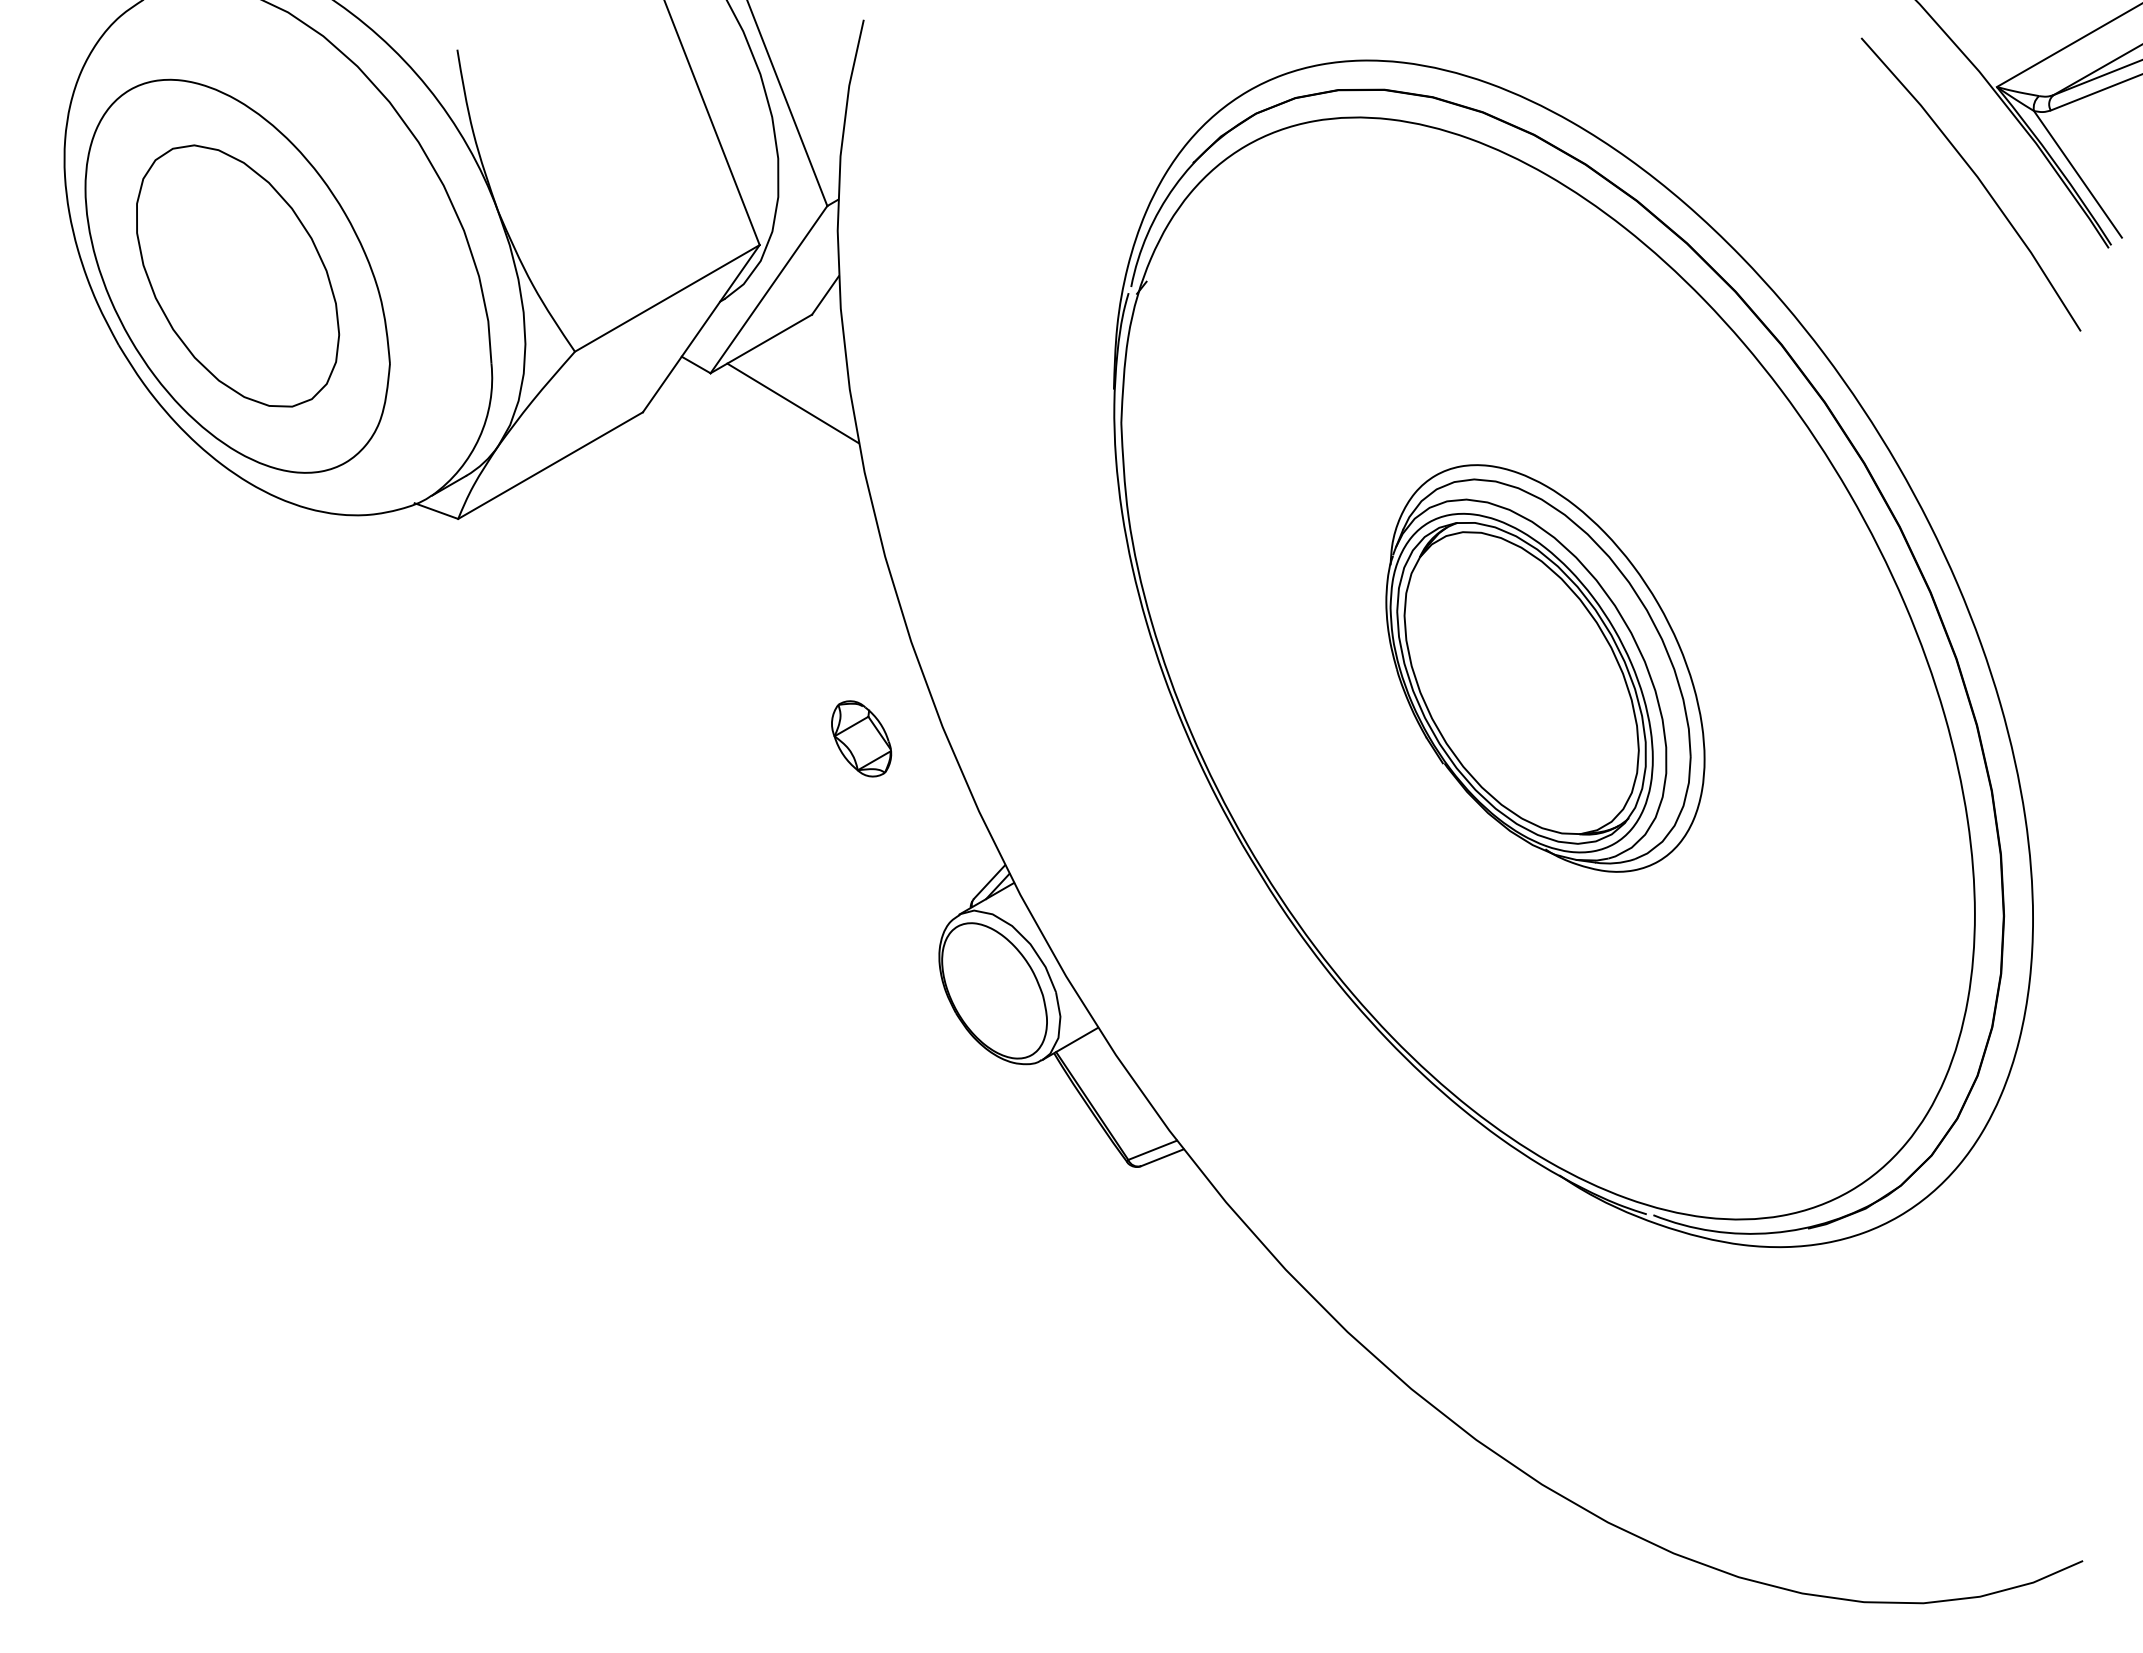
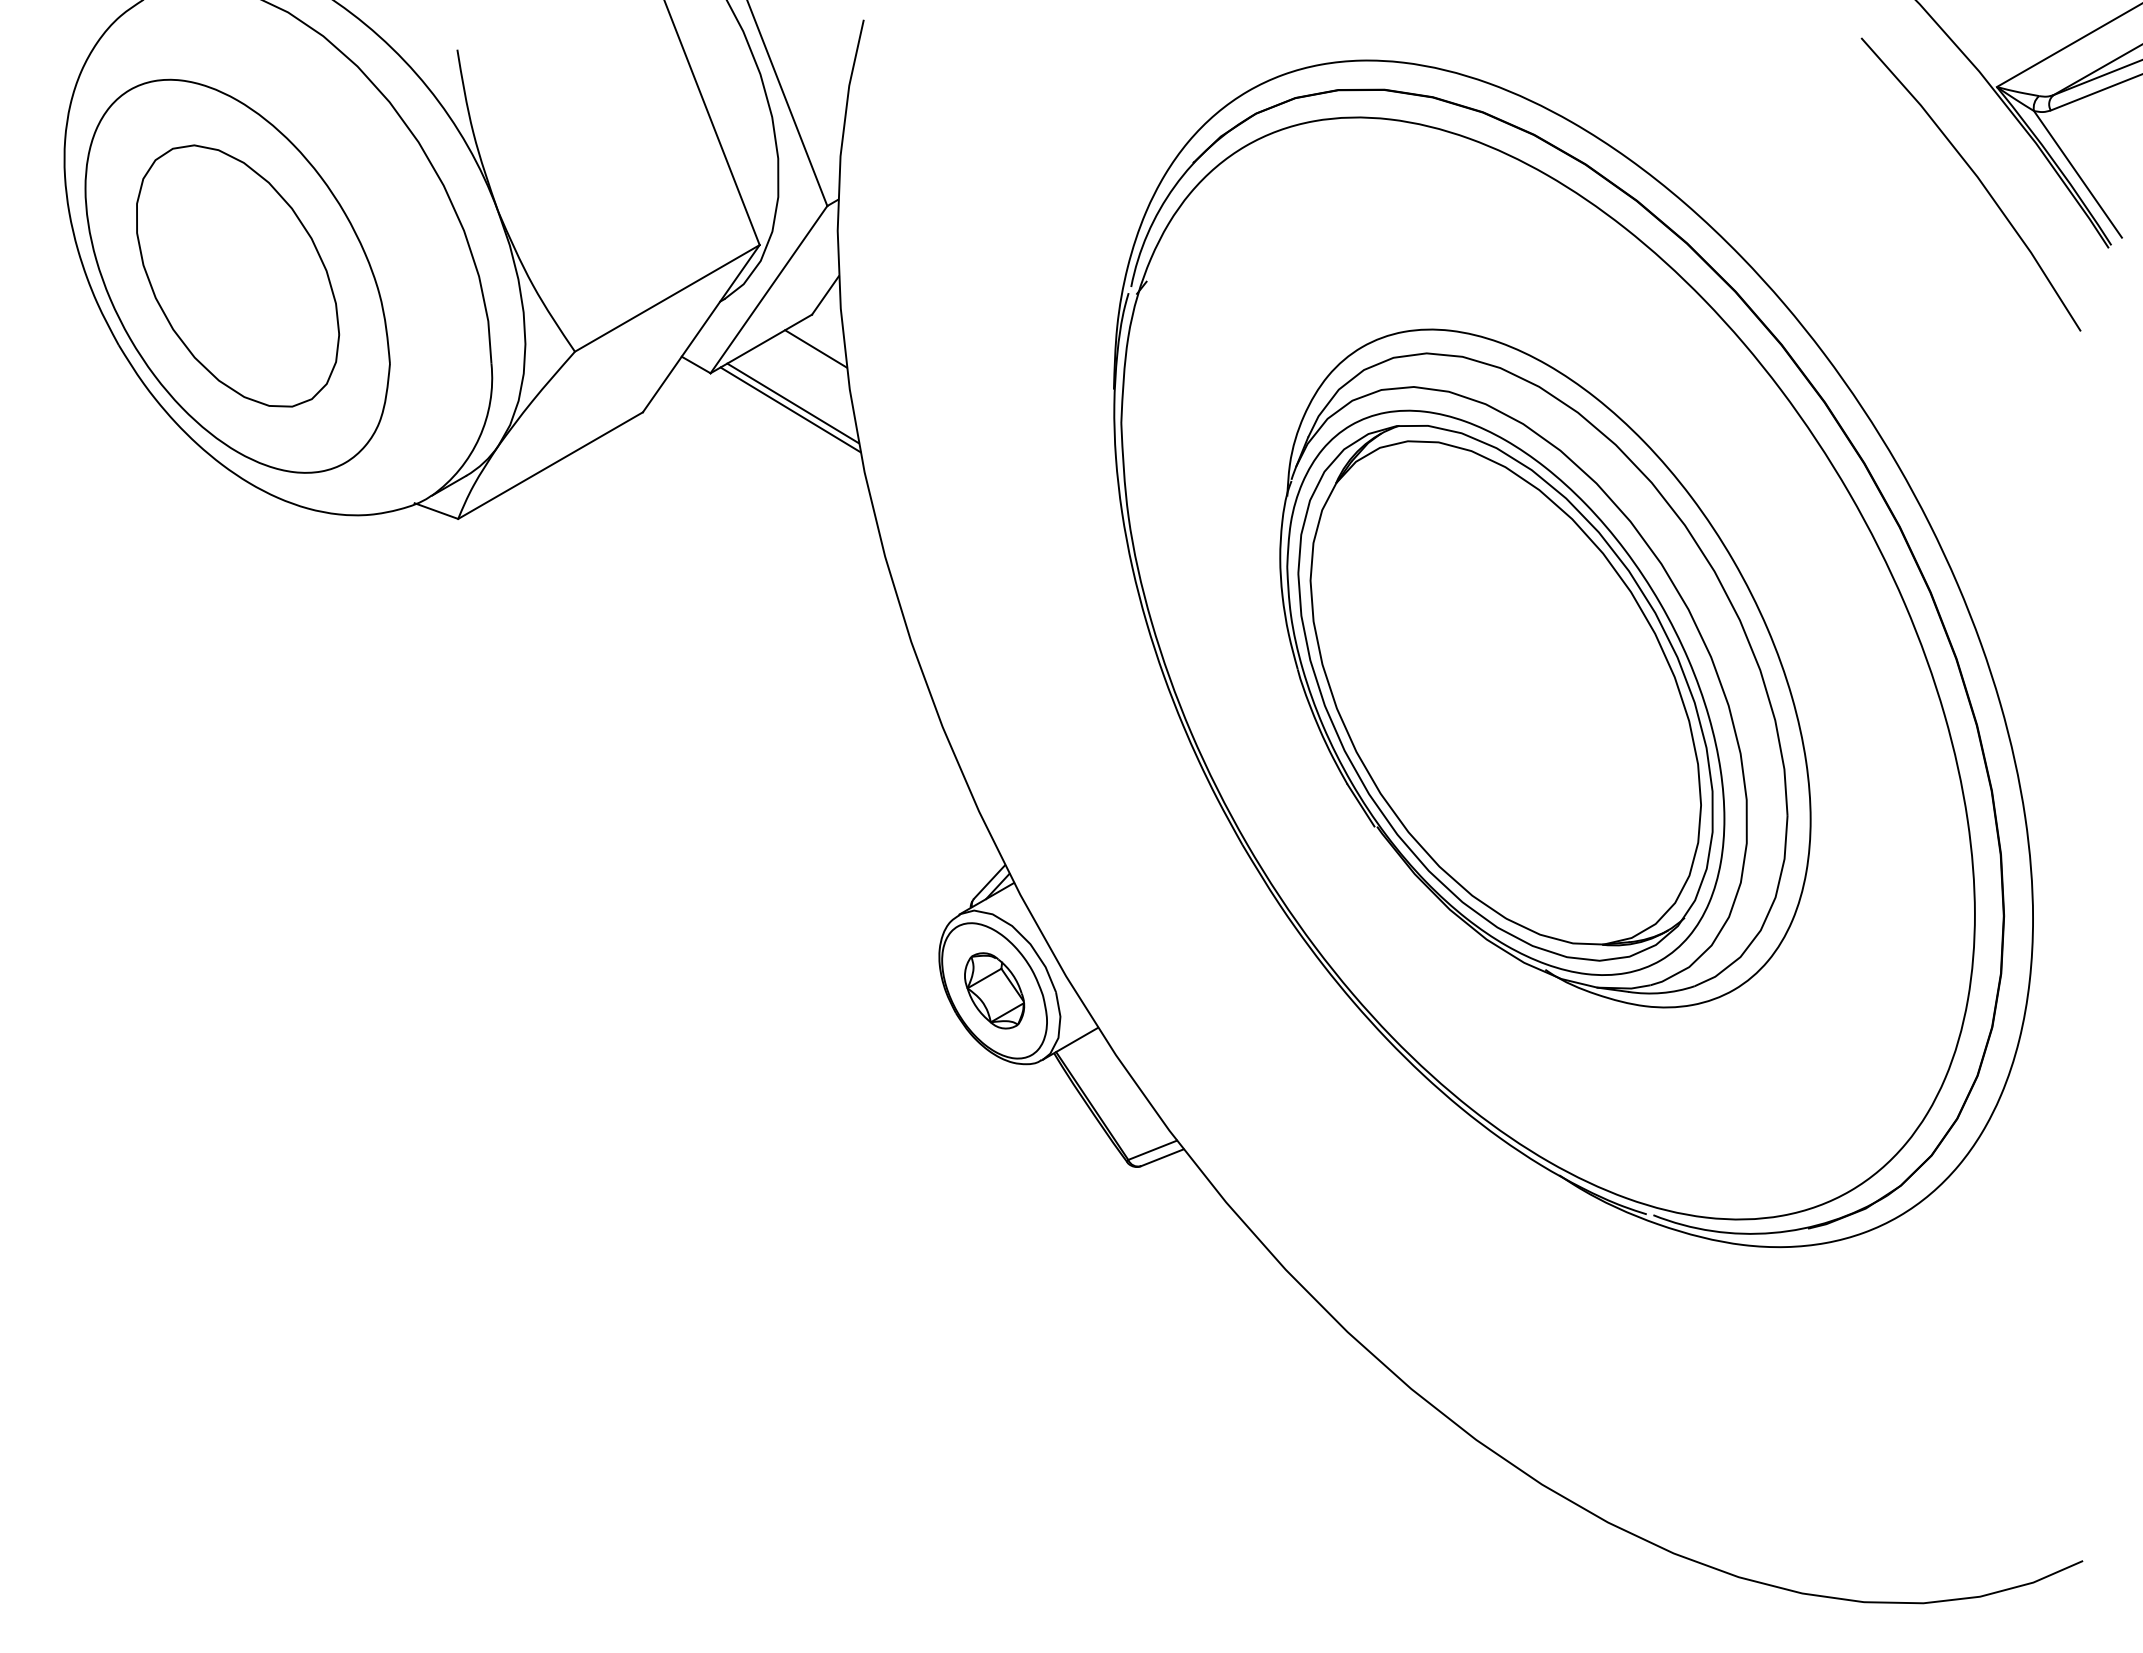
line at (815, 348): none -> present
line at (790, 409): none -> present
part at (1545, 668) size: 321x409 px -> 533x681 px
part at (861, 738) position: (861, 738) -> (994, 990)
